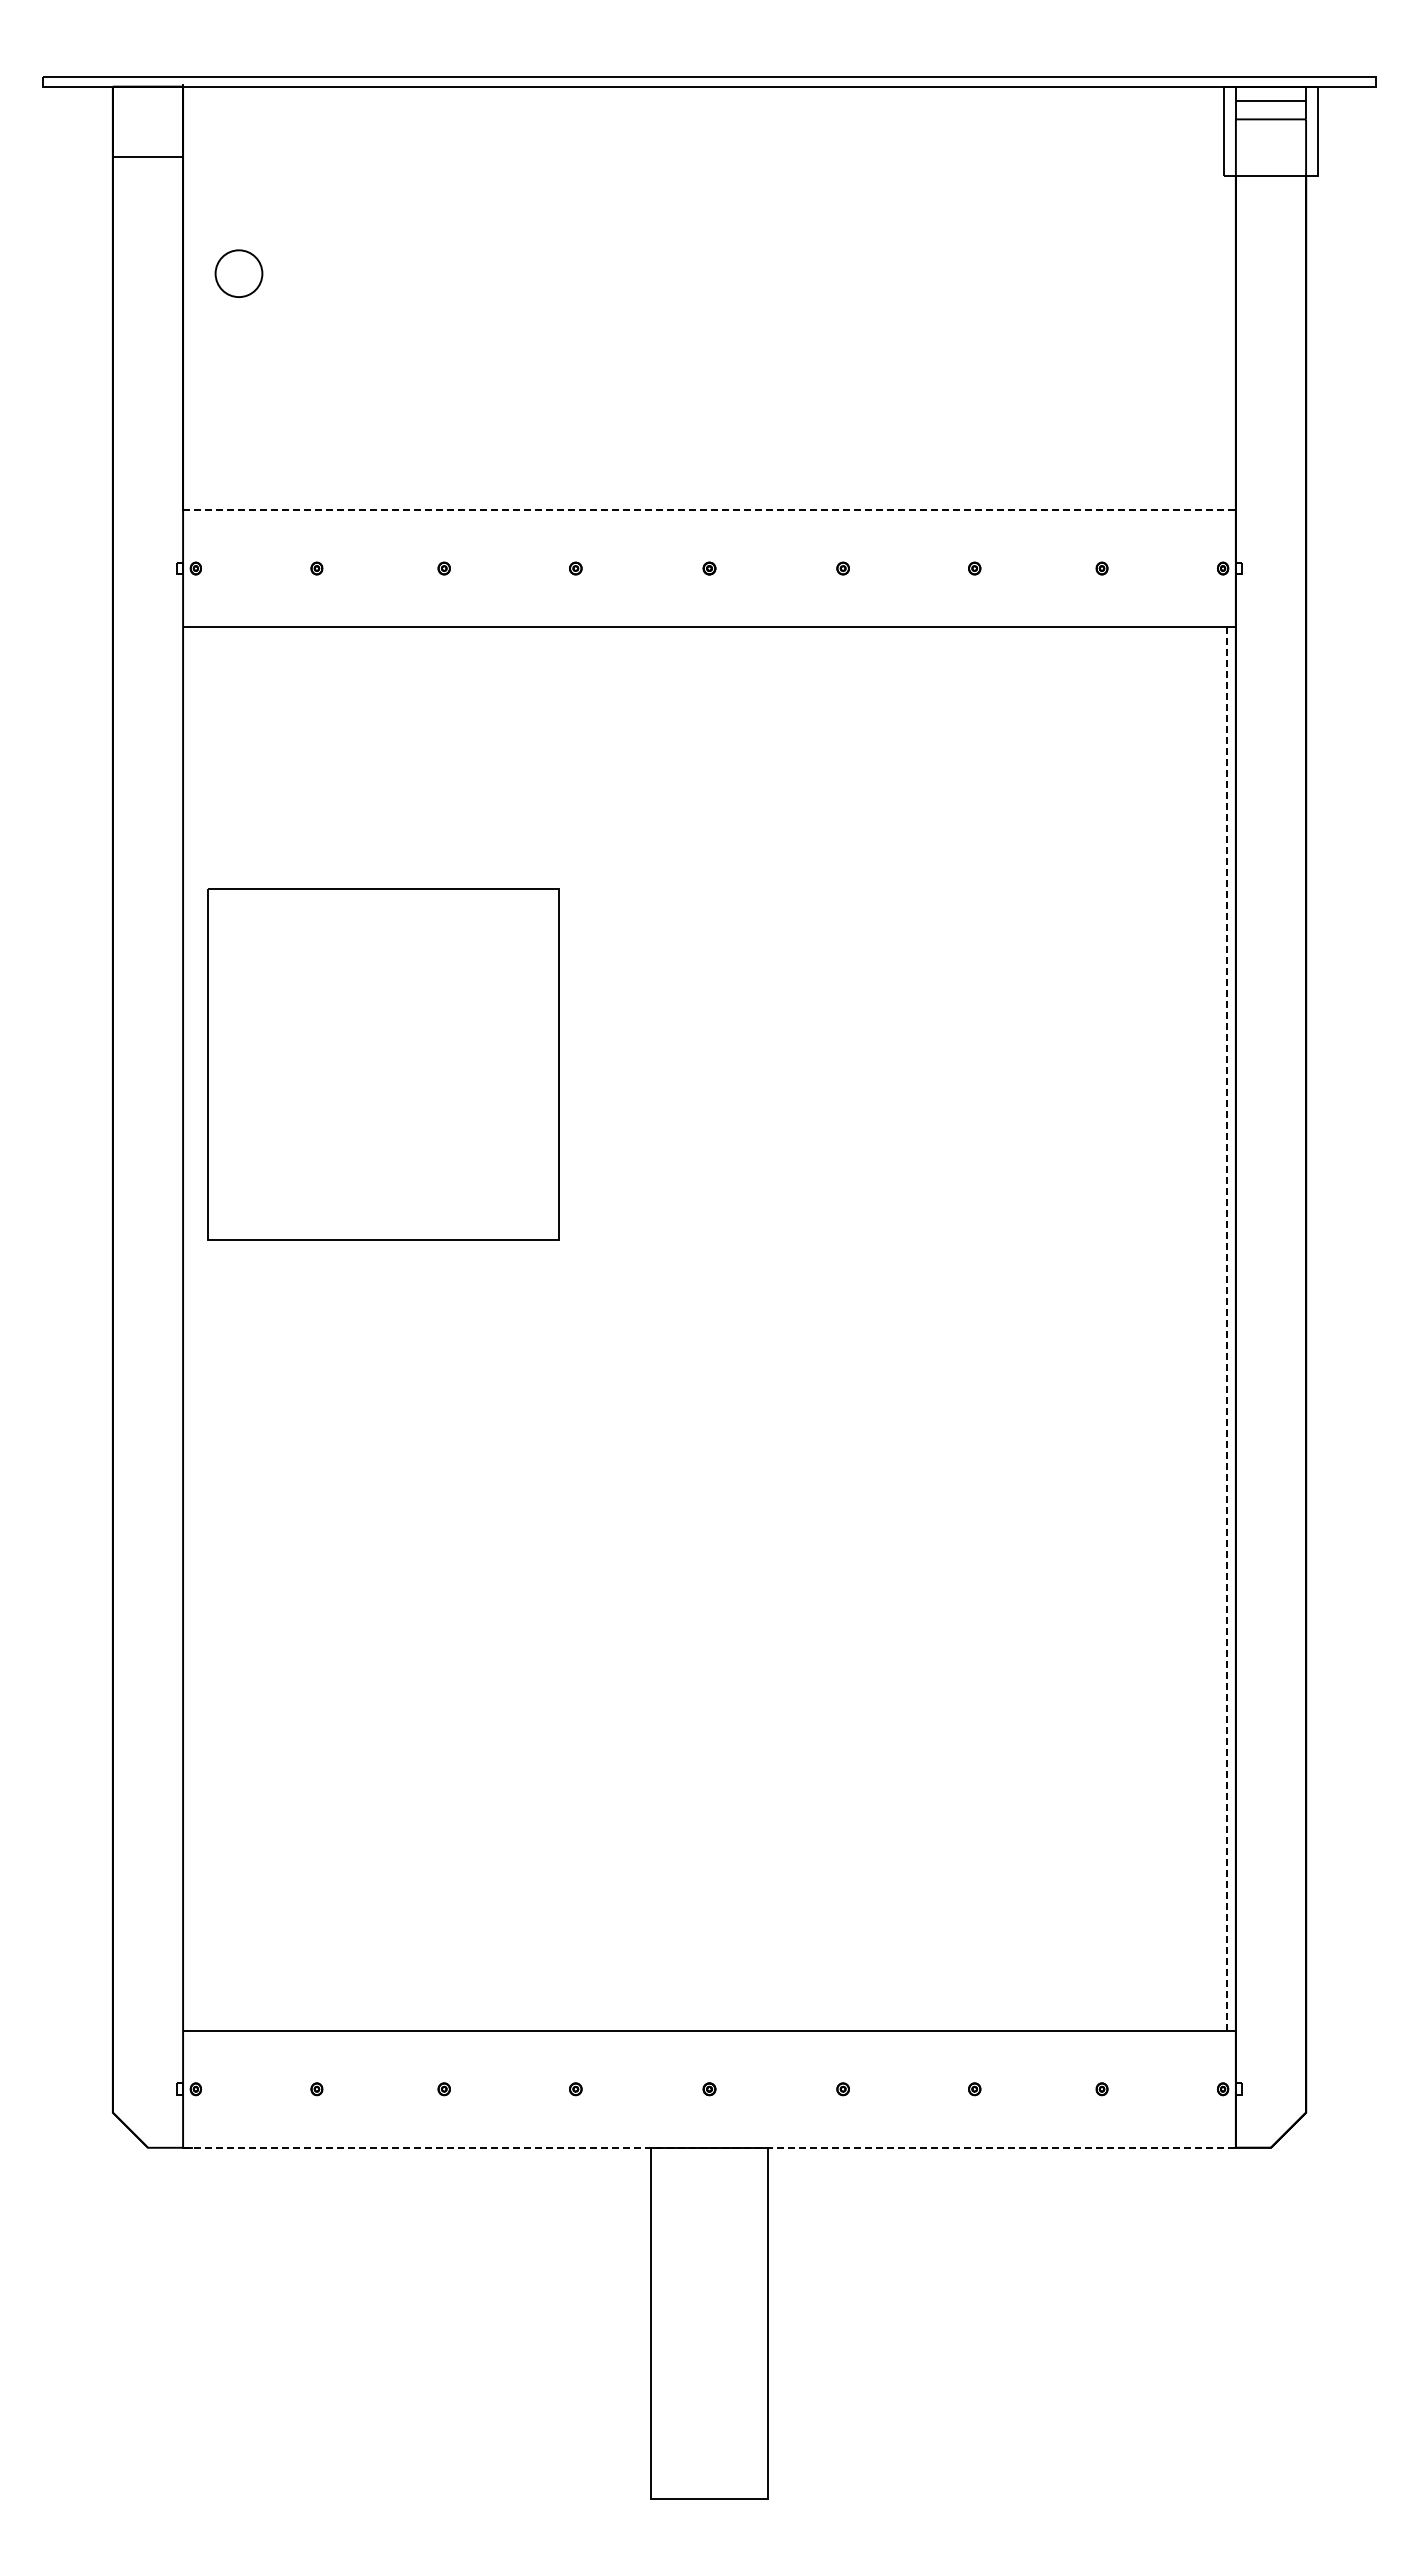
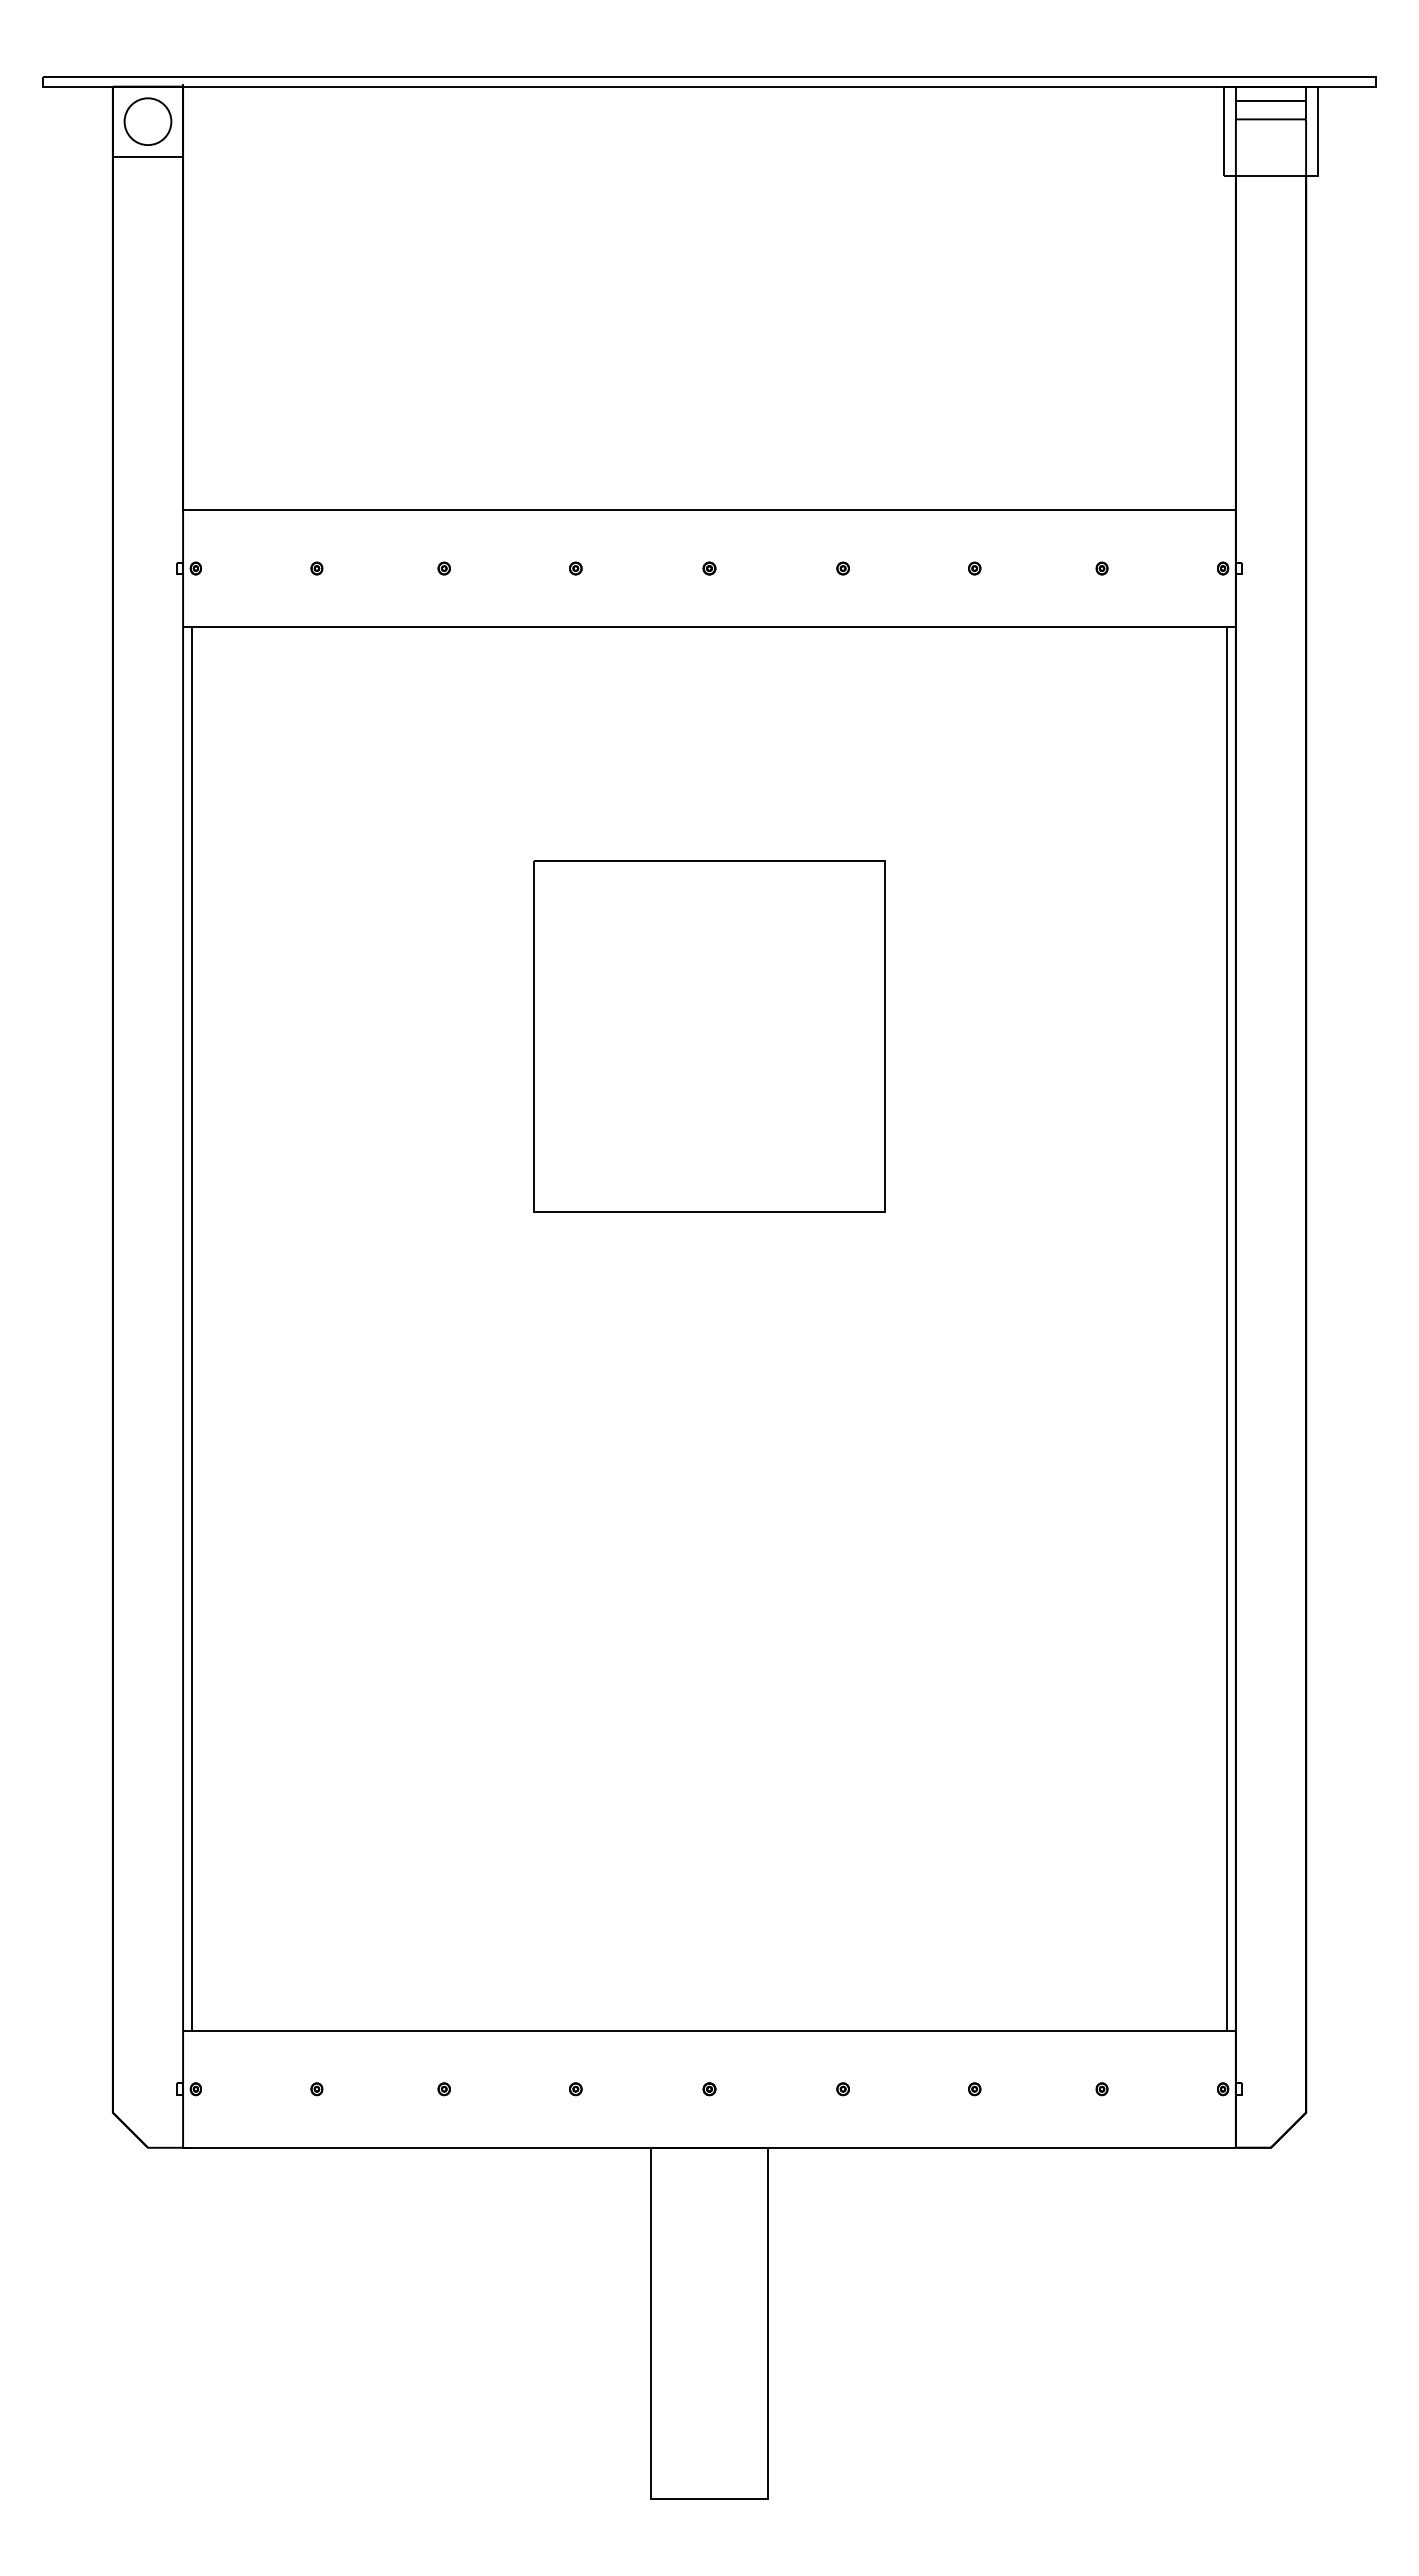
circle at (238, 273) position: (238, 273) -> (147, 121)
line at (710, 510): dashed -> solid
part at (383, 1064) position: (383, 1064) -> (709, 1036)
line at (192, 1328): none -> present
line at (1226, 1328): dashed -> solid
line at (710, 2147): dashed -> solid
